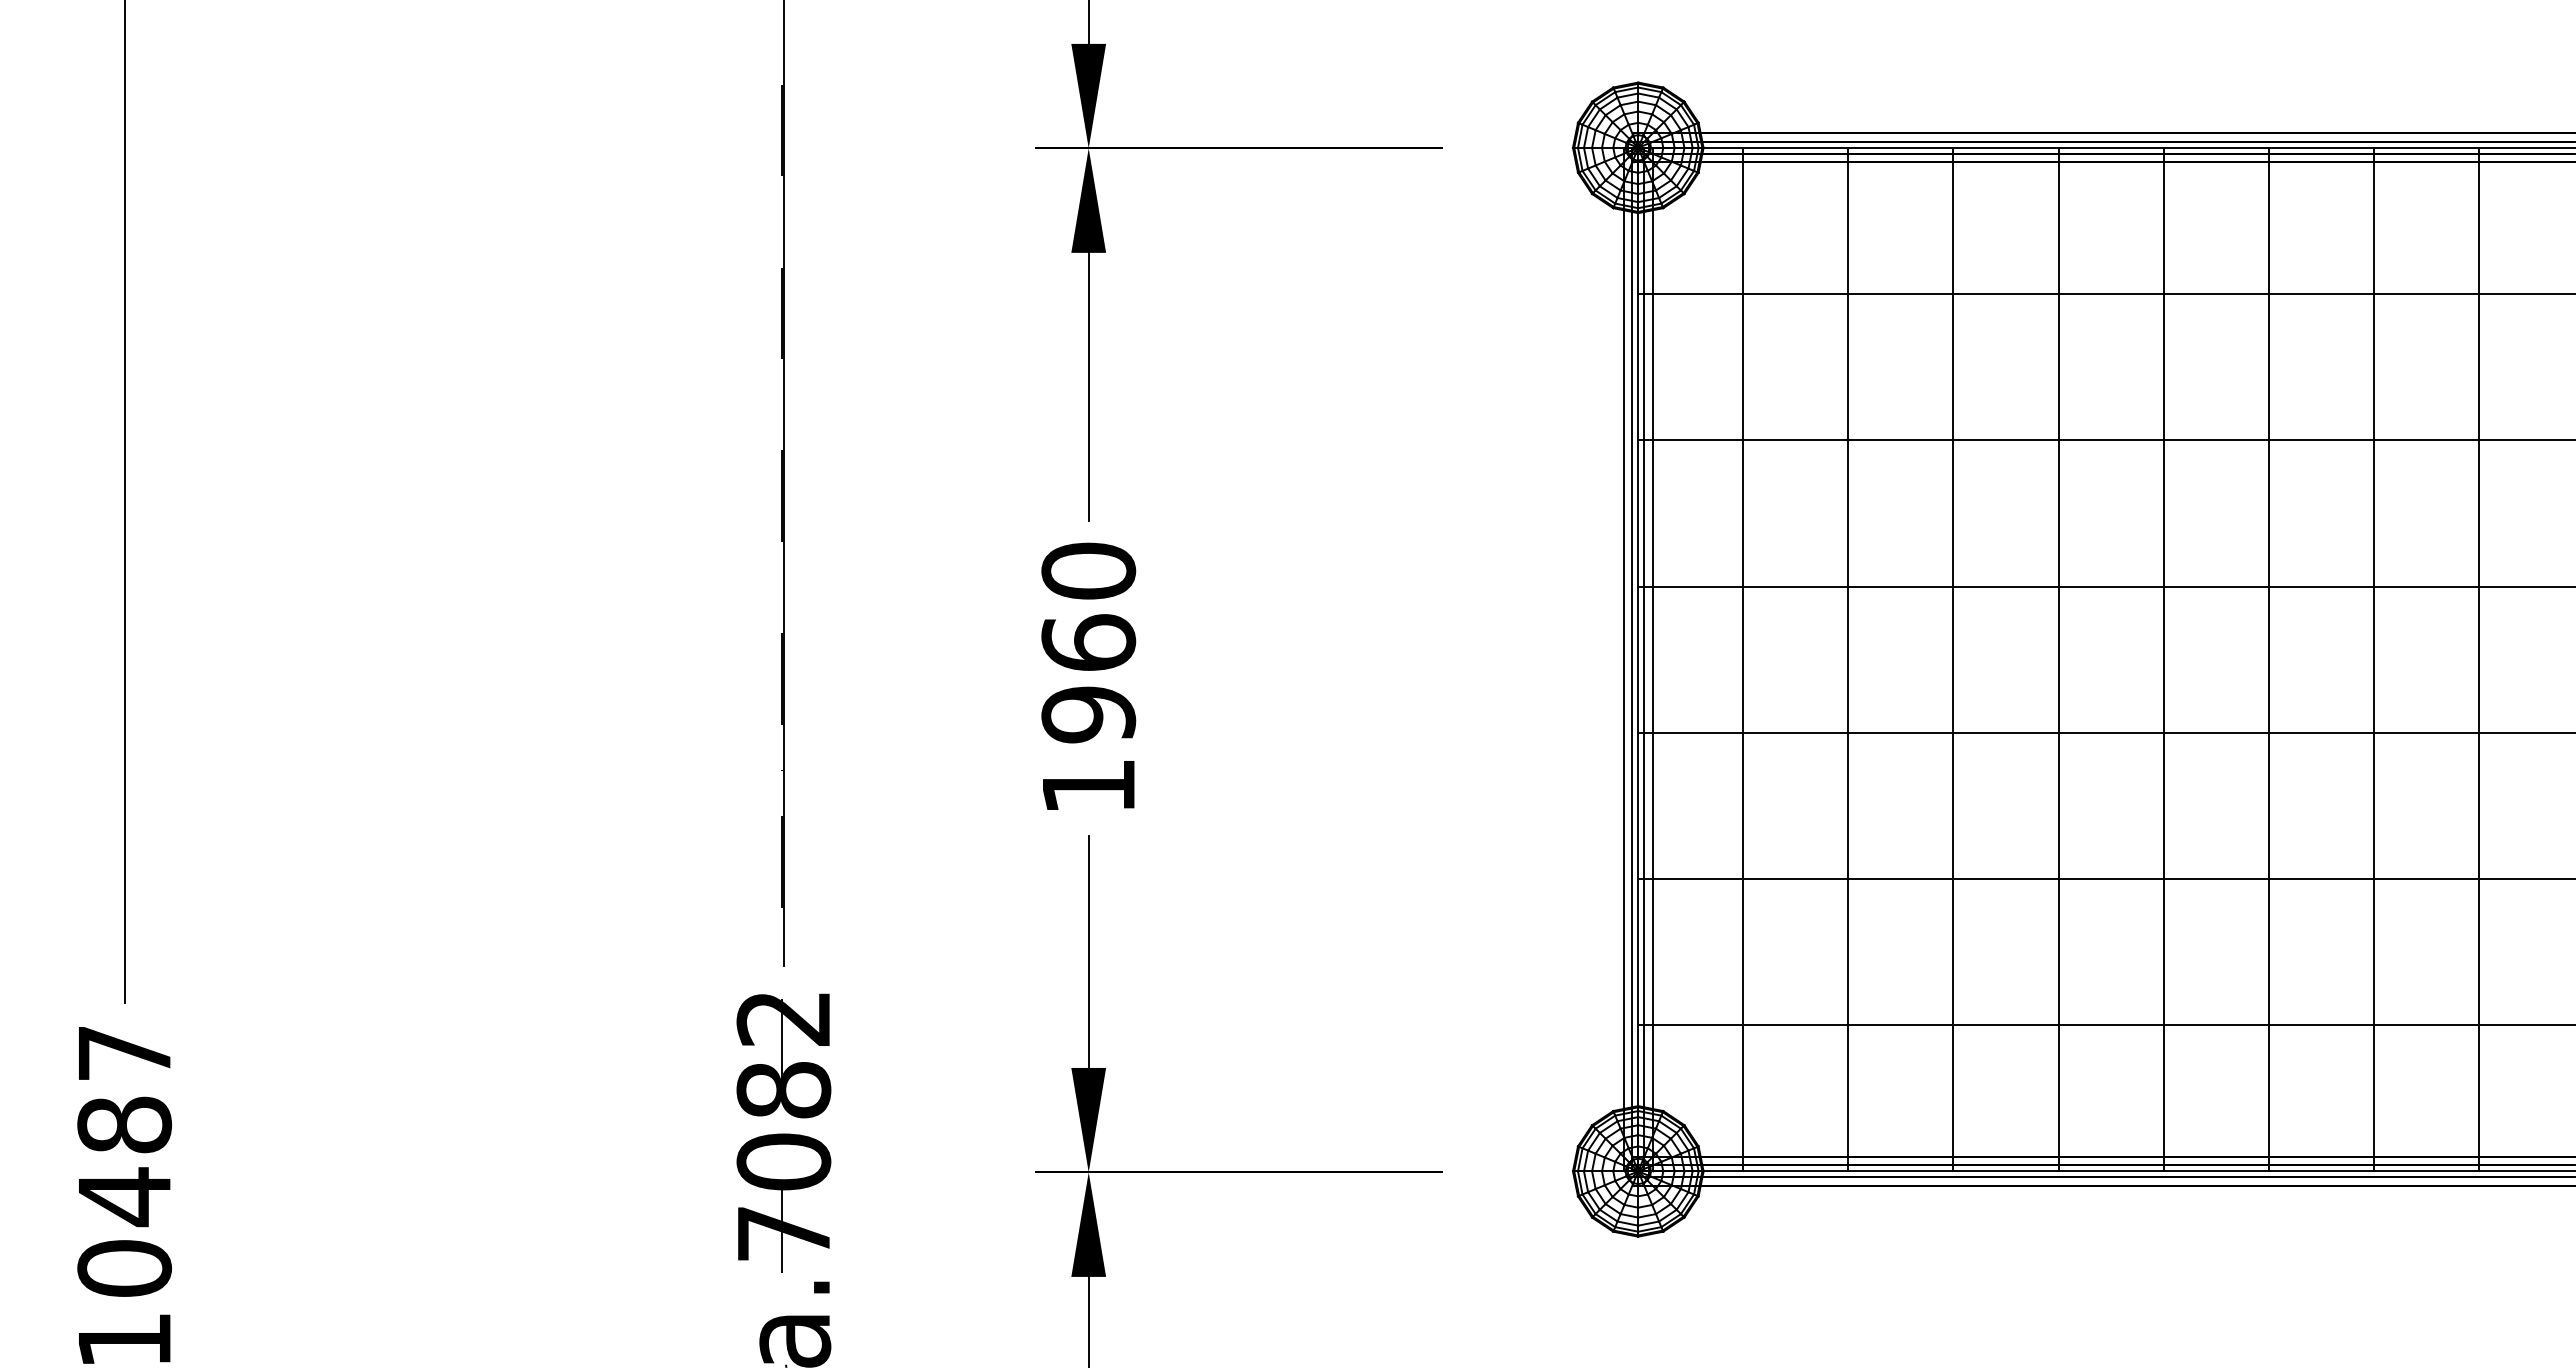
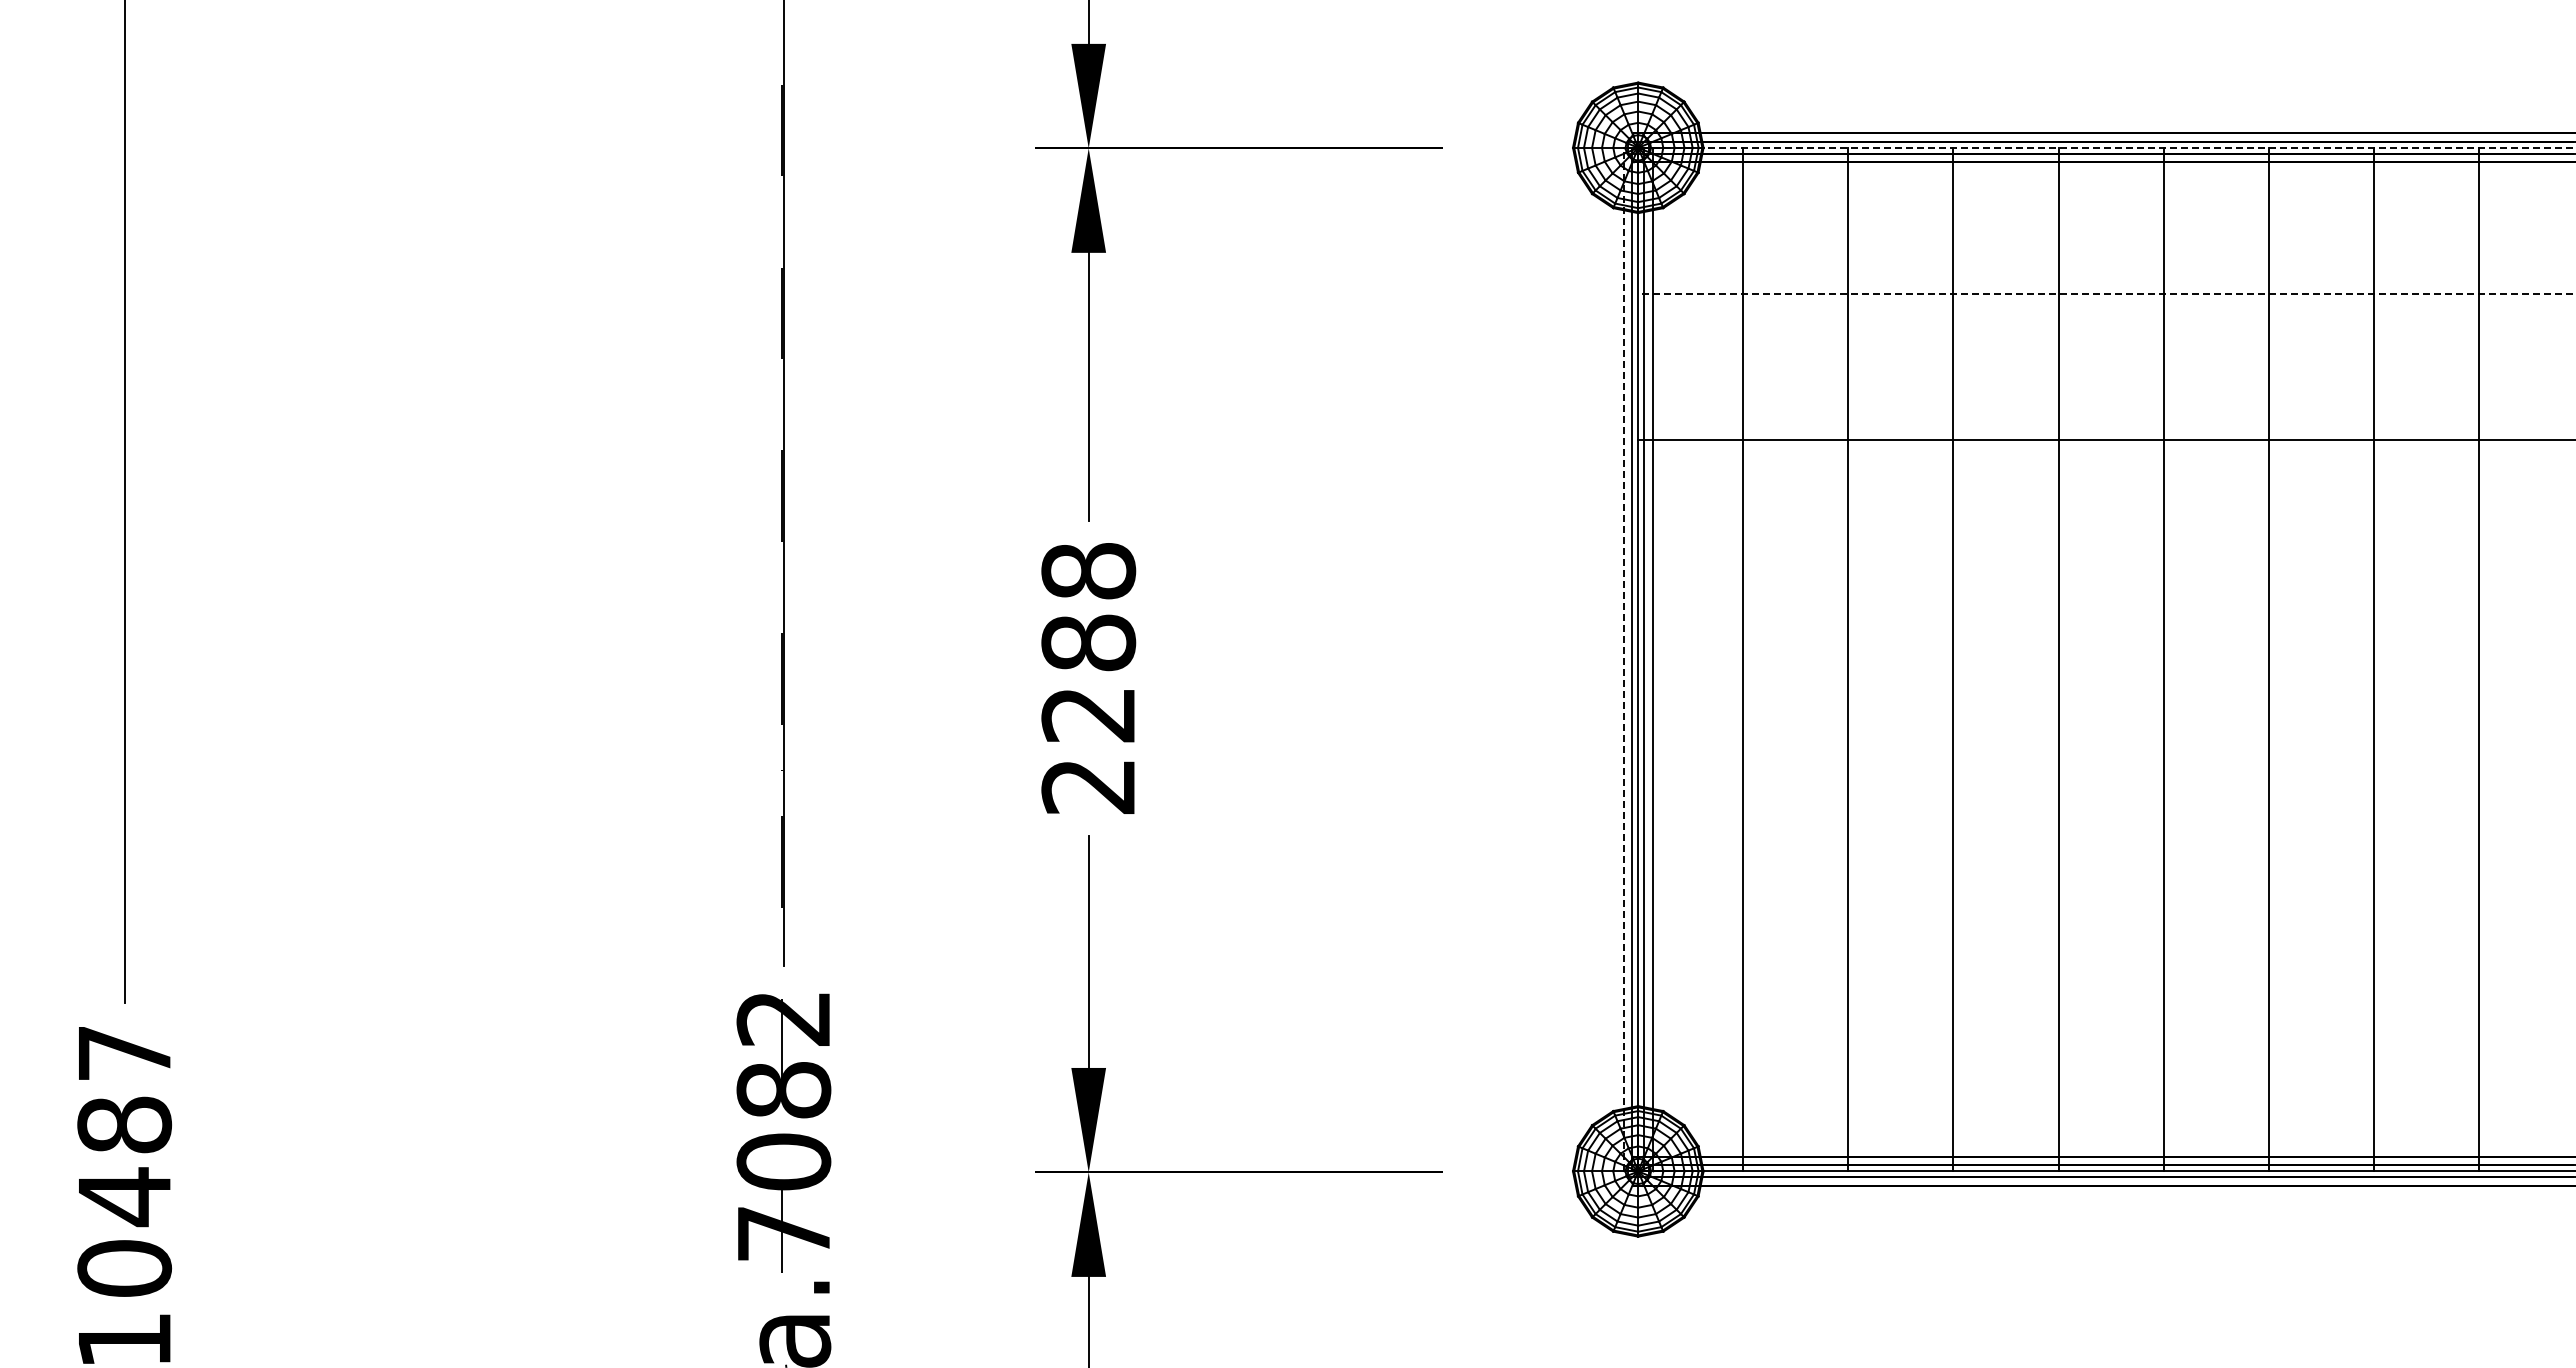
line at (2107, 147): solid -> dashed
line at (2107, 294): solid -> dashed
line at (2105, 586): present -> none
line at (1623, 659): solid -> dashed
text at (1088, 677): 1960 -> 2288
line at (2105, 732): present -> none
line at (2105, 878): present -> none
line at (2105, 1025): present -> none
